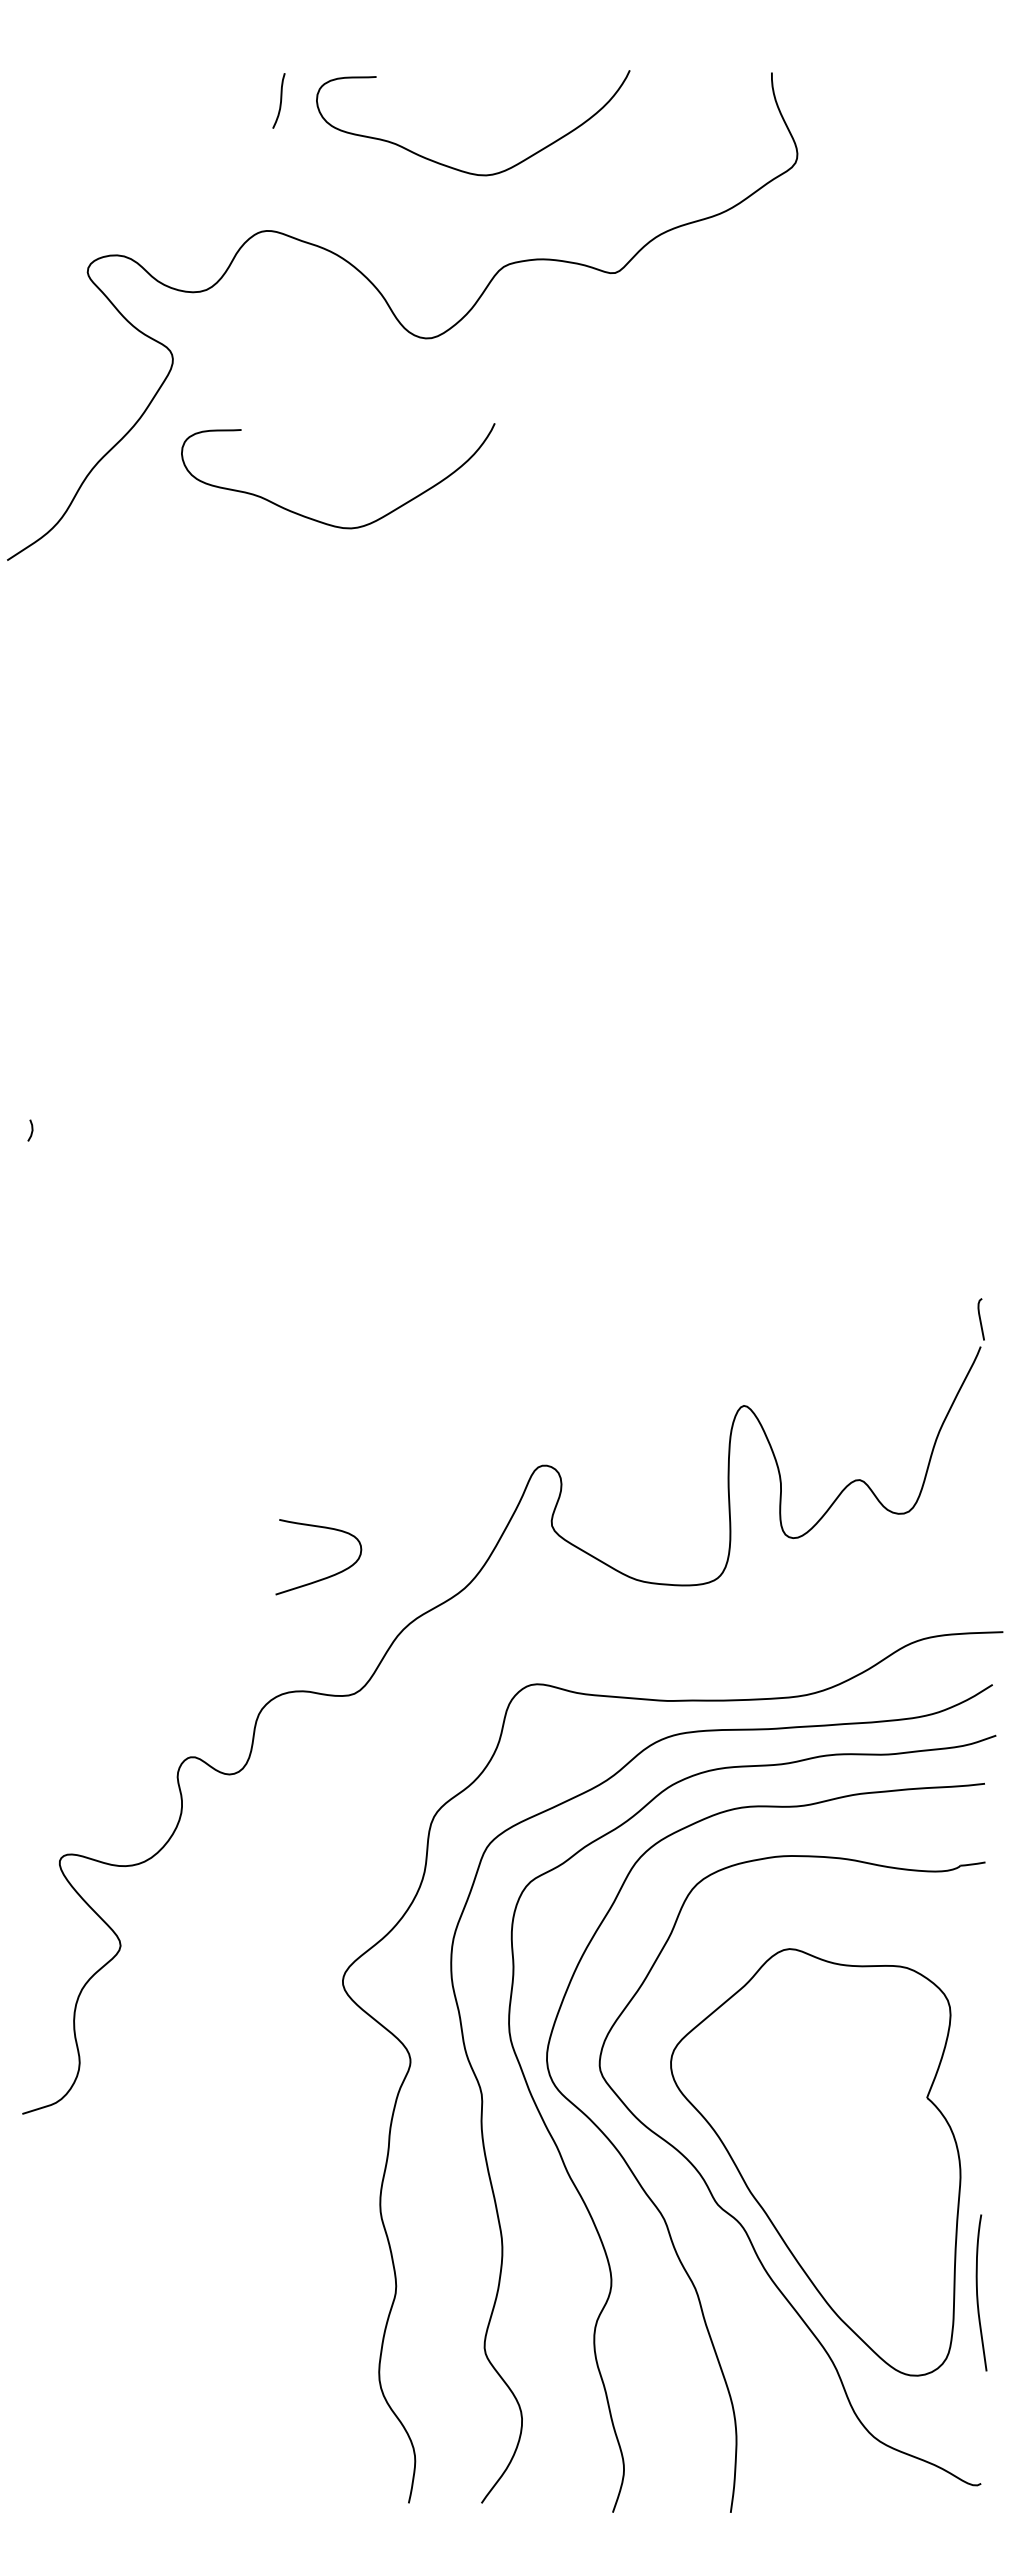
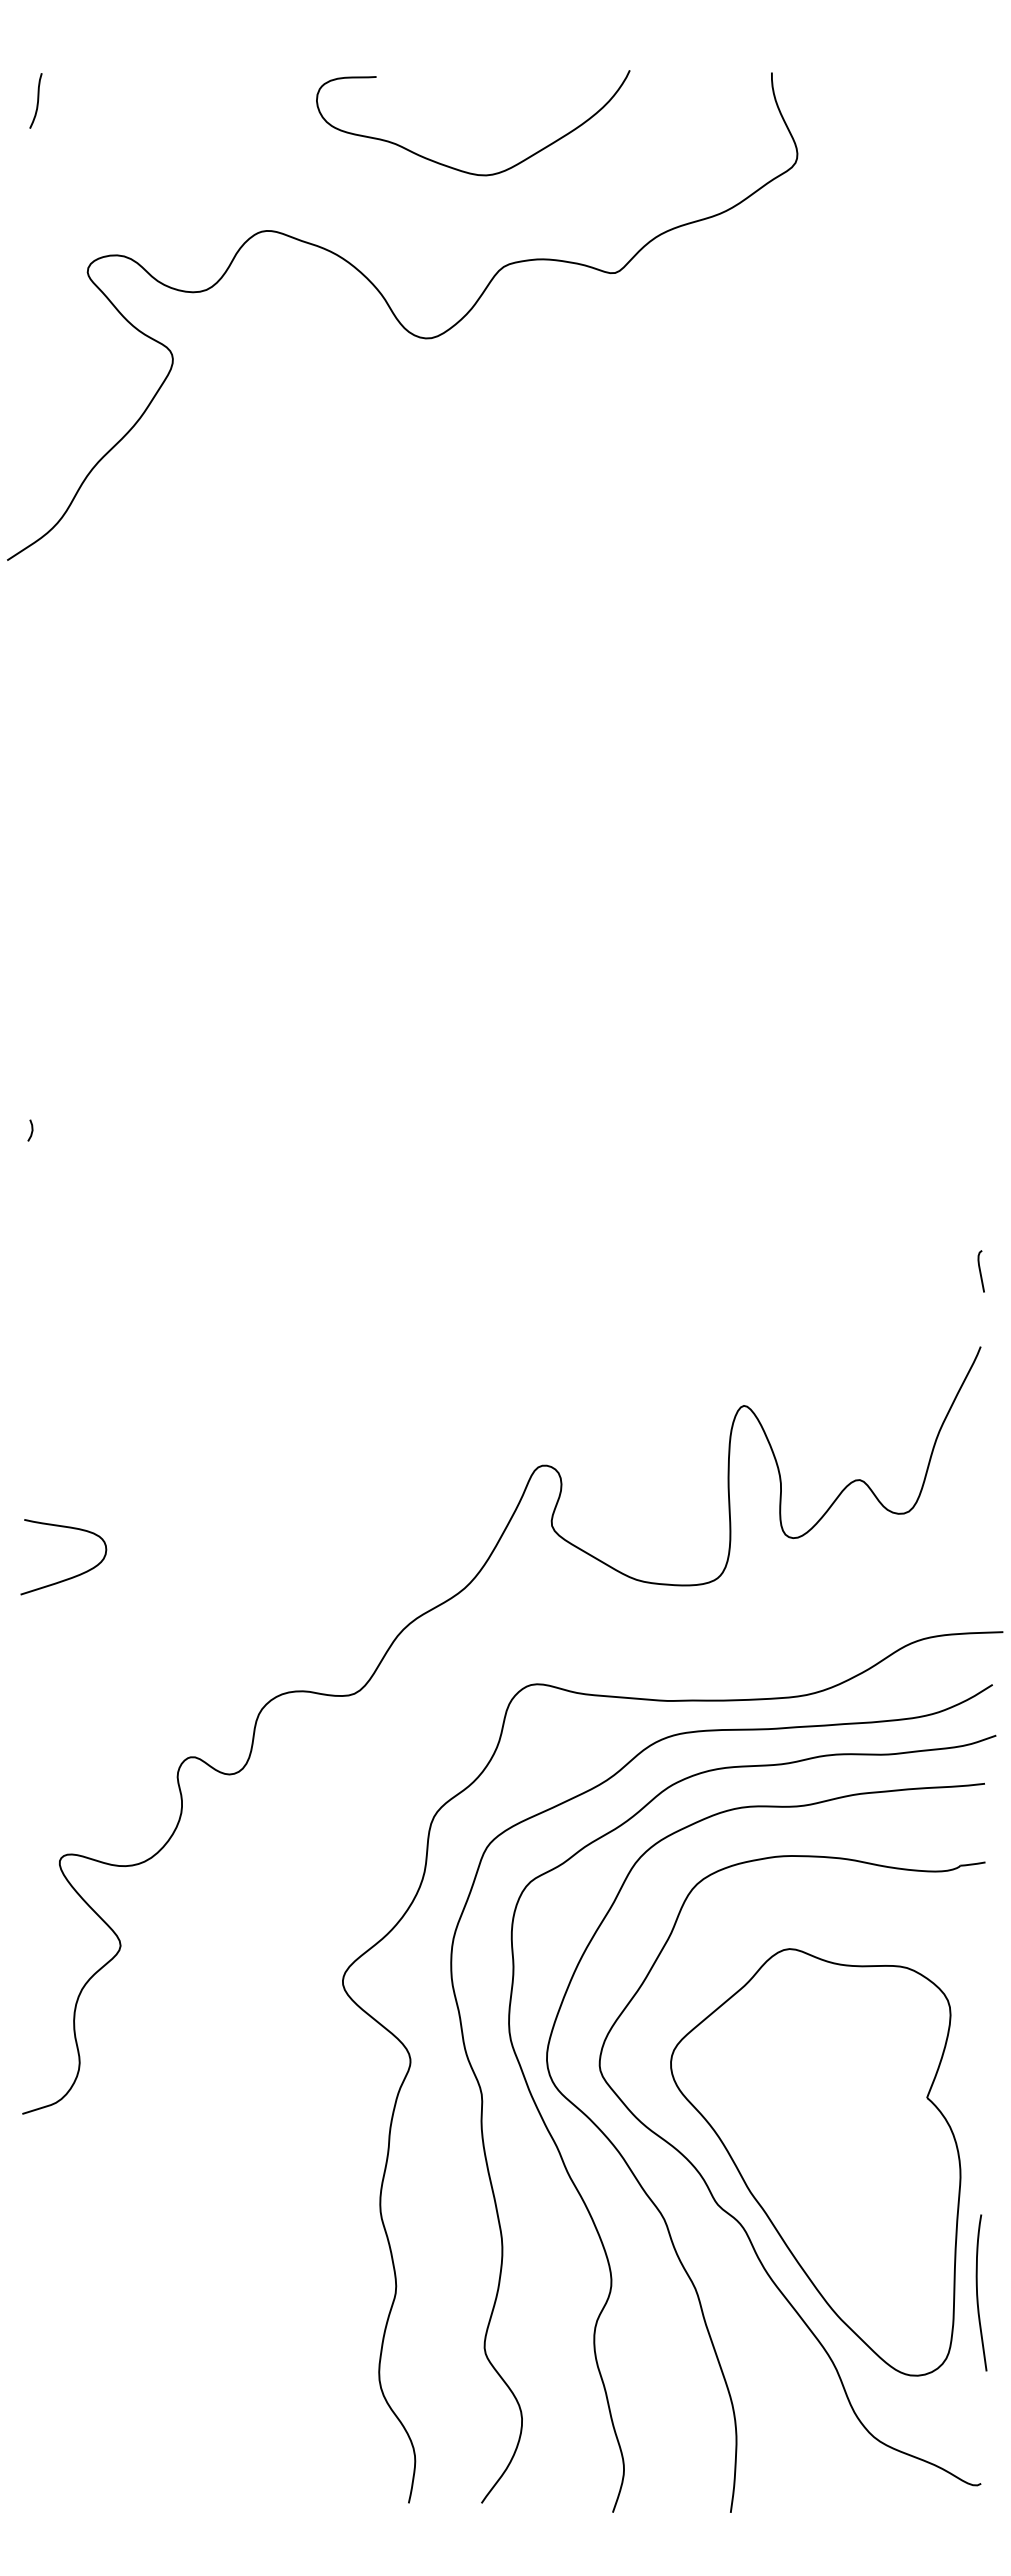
curve at (280, 100) position: (280, 100) -> (37, 100)
curve at (322, 521): present -> none
curve at (980, 1319) position: (980, 1319) -> (980, 1271)
curve at (324, 1577) position: (324, 1577) -> (69, 1577)
